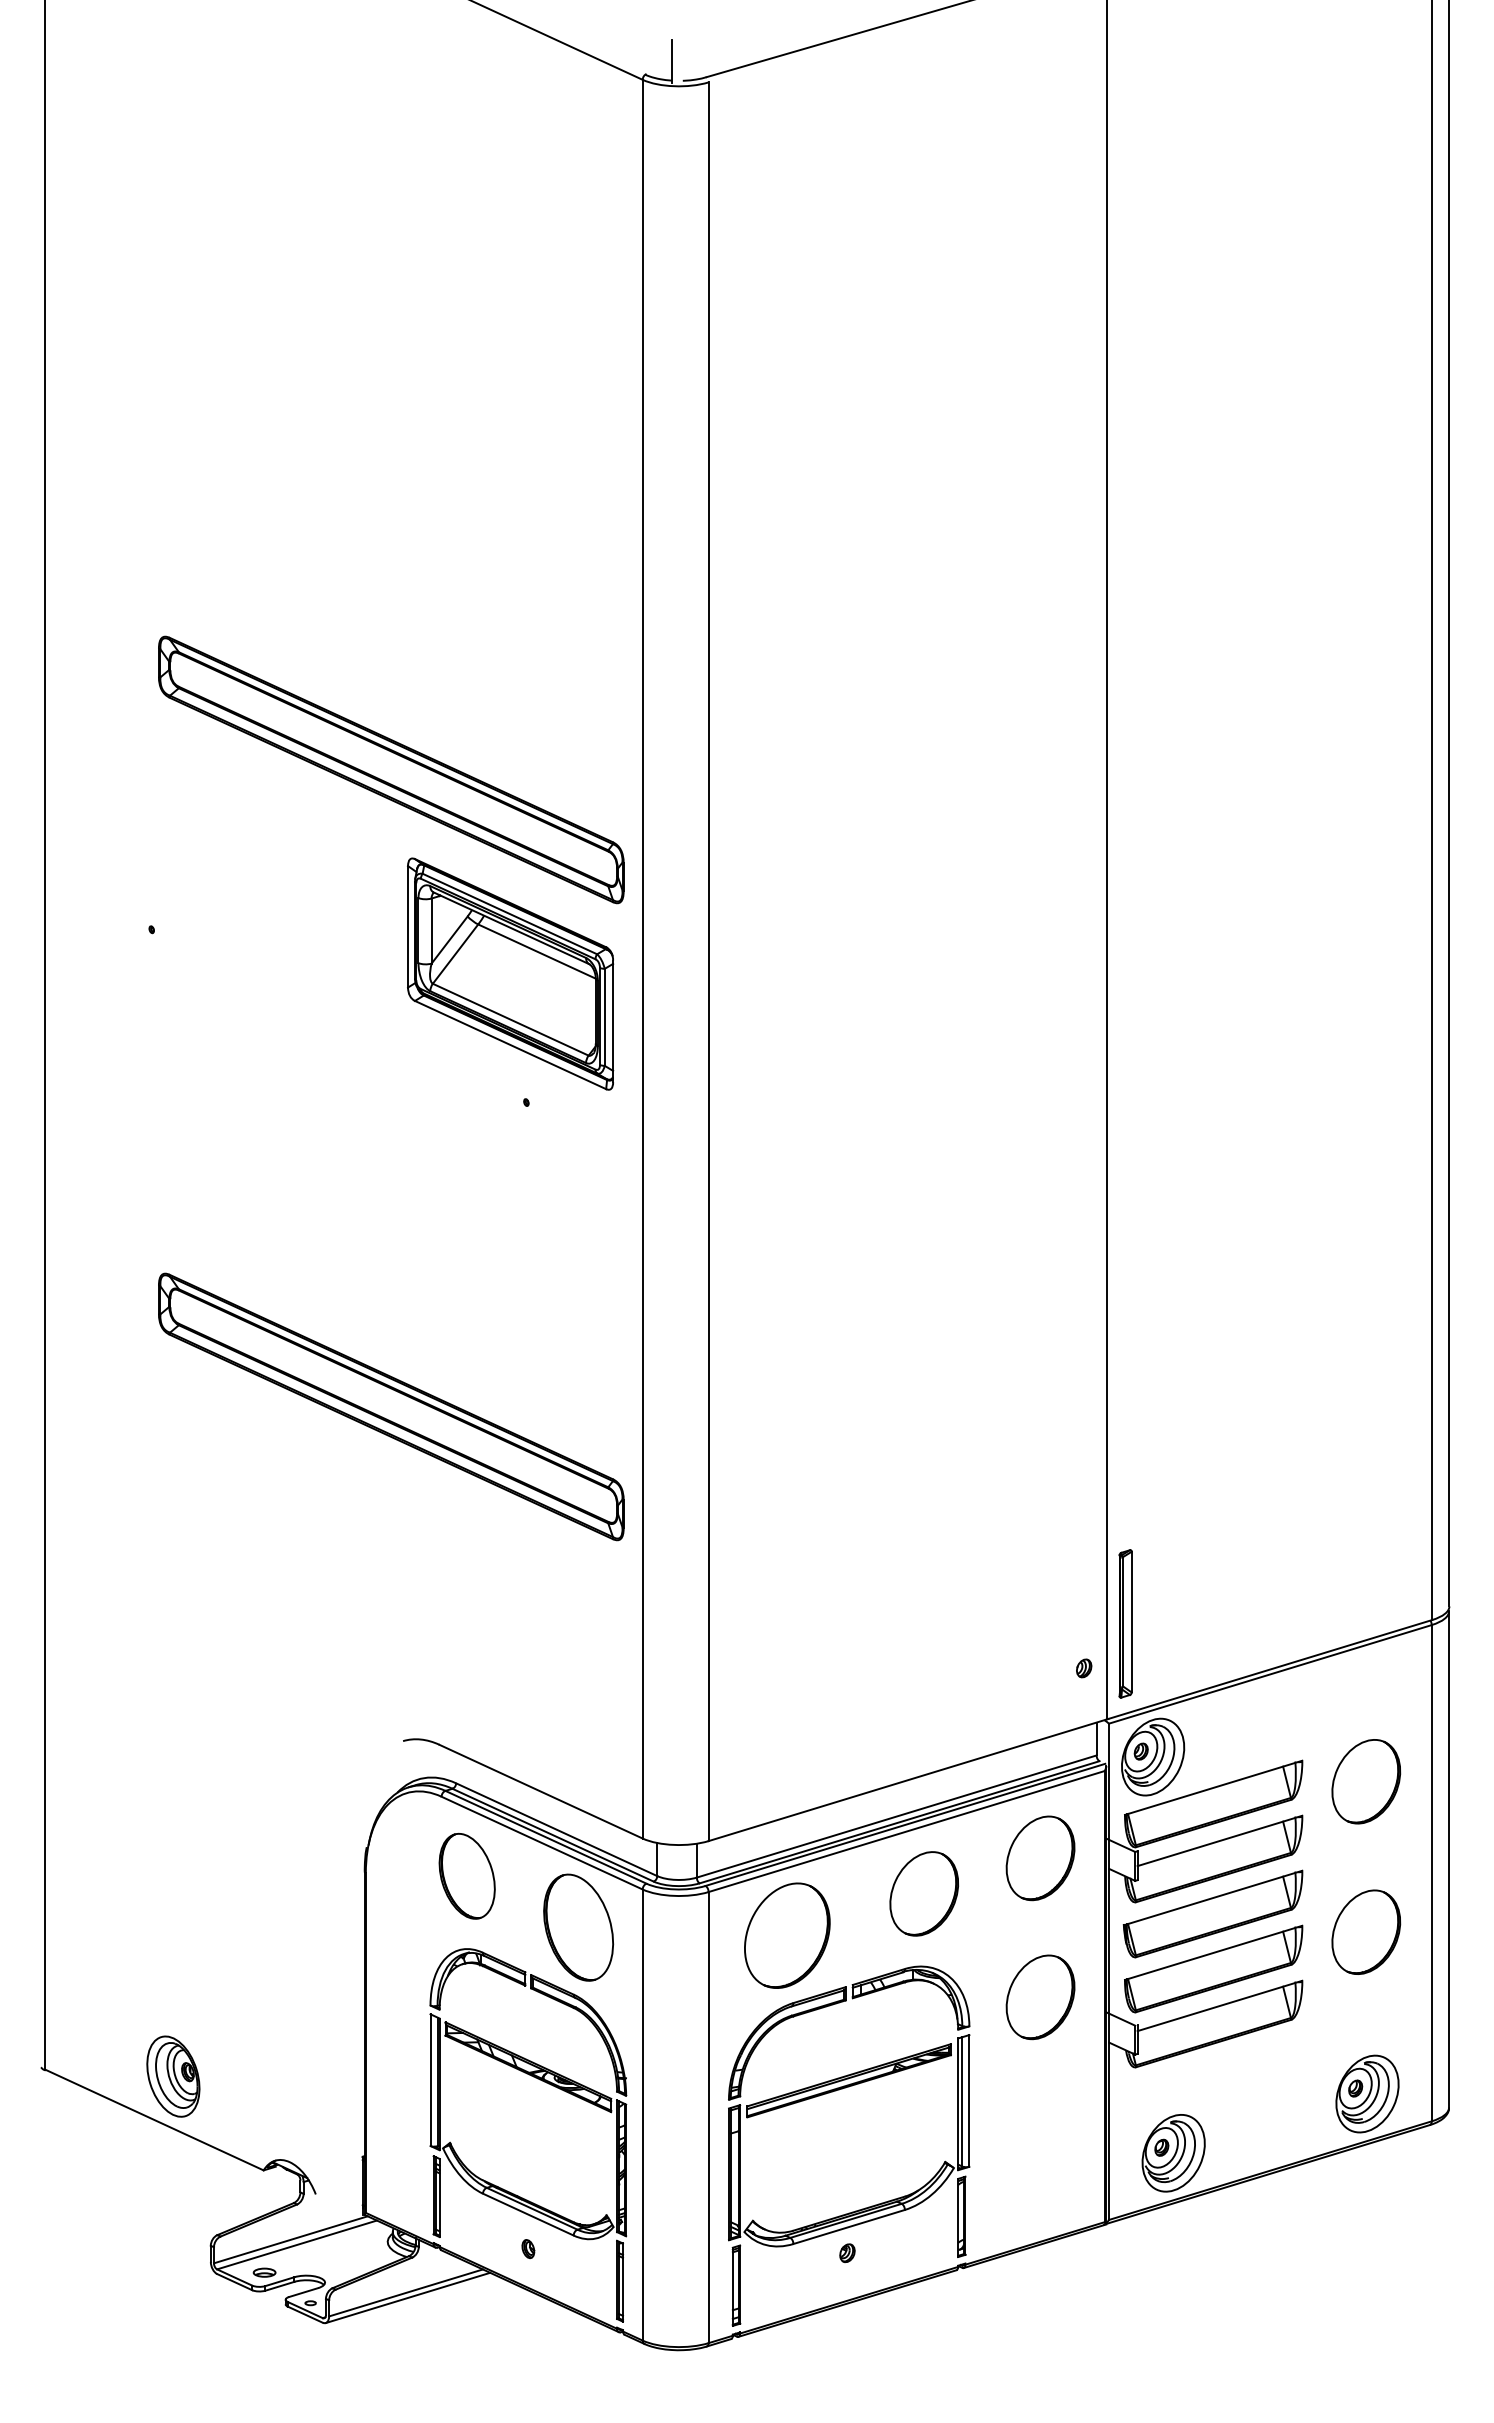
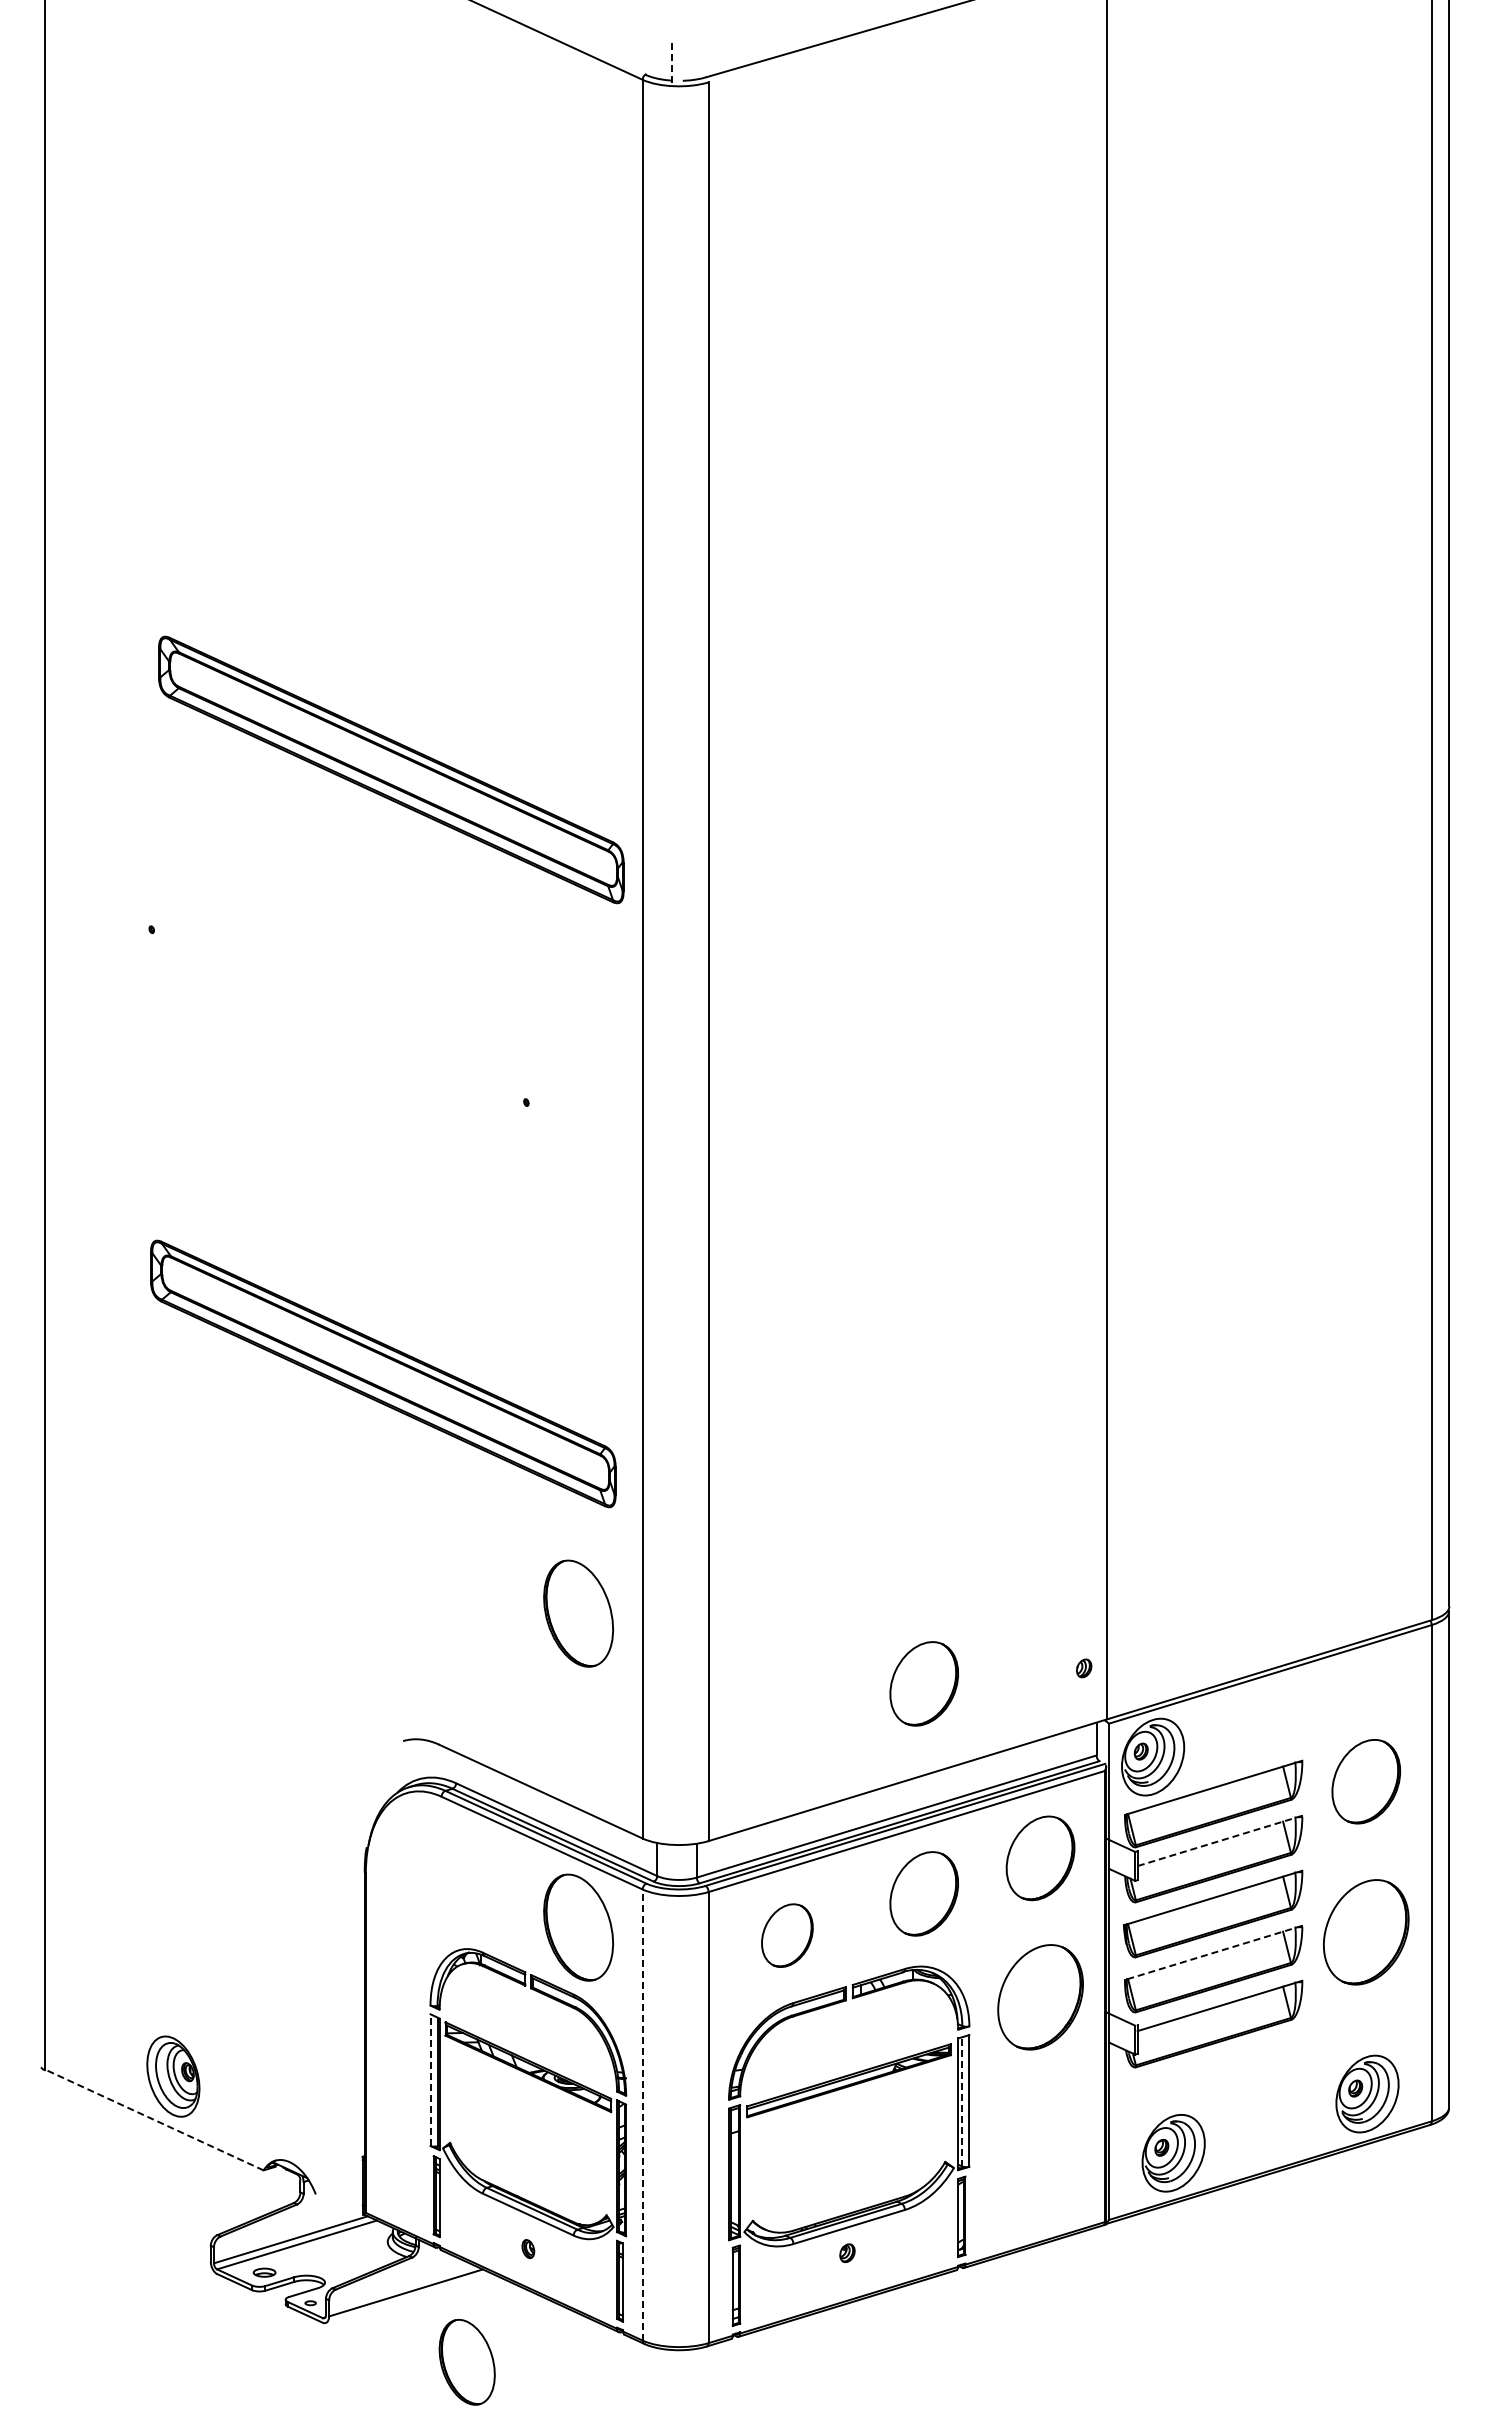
line at (671, 61): solid -> dashed
part at (510, 973): present -> none
part at (391, 1406) position: (391, 1406) -> (383, 1373)
part at (578, 1613): none -> present
part at (1125, 1623): present -> none
part at (923, 1683): none -> present
line at (1219, 1841): solid -> dashed
part at (466, 1876) position: (466, 1876) -> (466, 2362)
part at (1366, 1931) size: 71x86 px -> 87x107 px
part at (787, 1935) size: 87x107 px -> 53x65 px
line at (1213, 1952): solid -> dashed
part at (1040, 1997) size: 71x87 px -> 87x107 px
line at (430, 2080): solid -> dashed
line at (962, 2101): solid -> dashed
line at (642, 2115): solid -> dashed
line at (153, 2119): solid -> dashed
line at (407, 2297): present -> none
